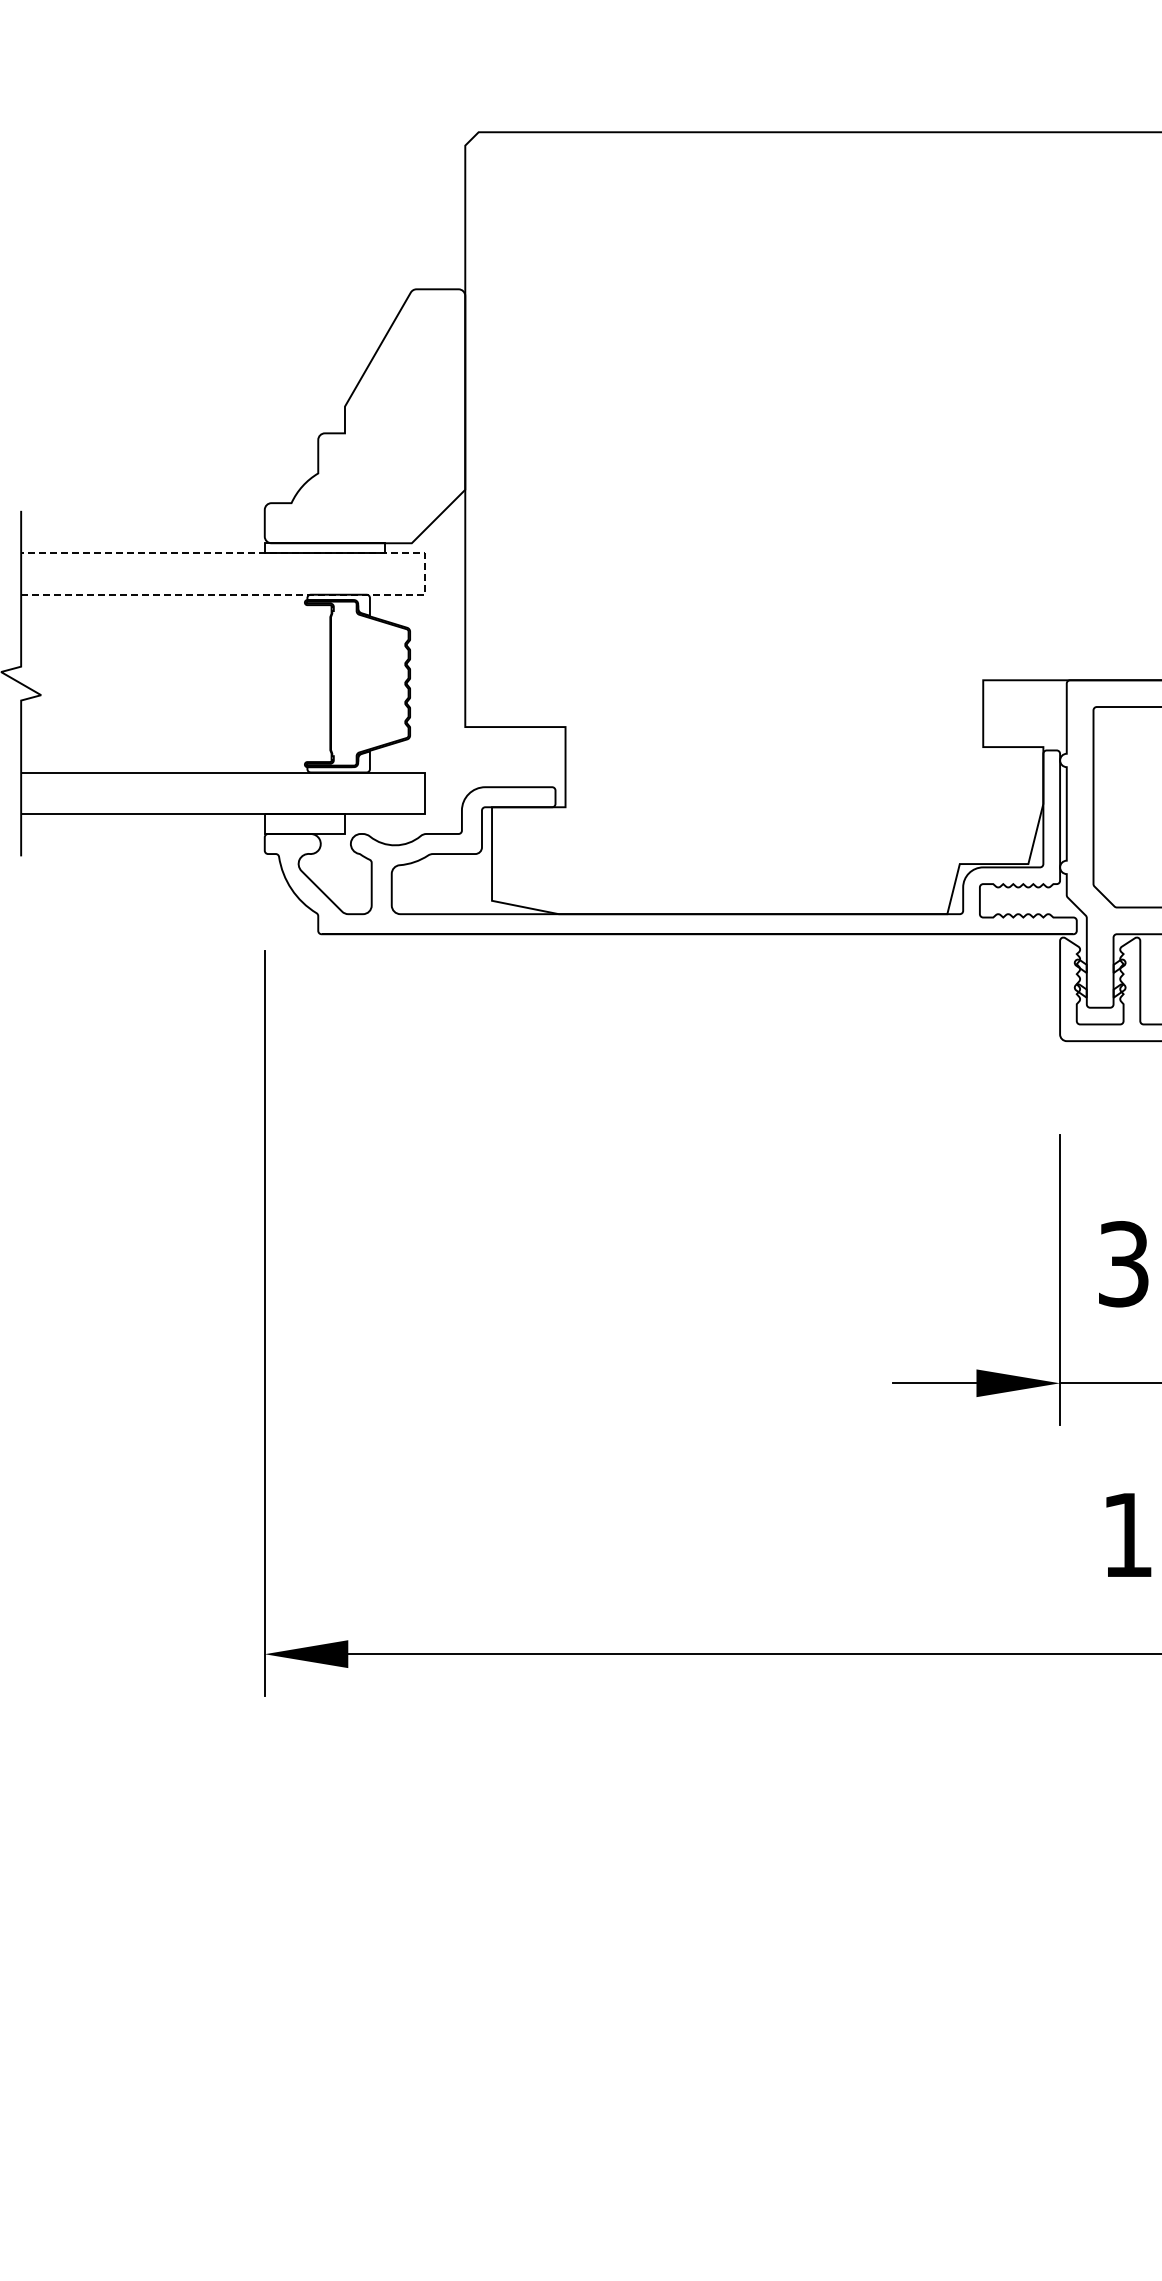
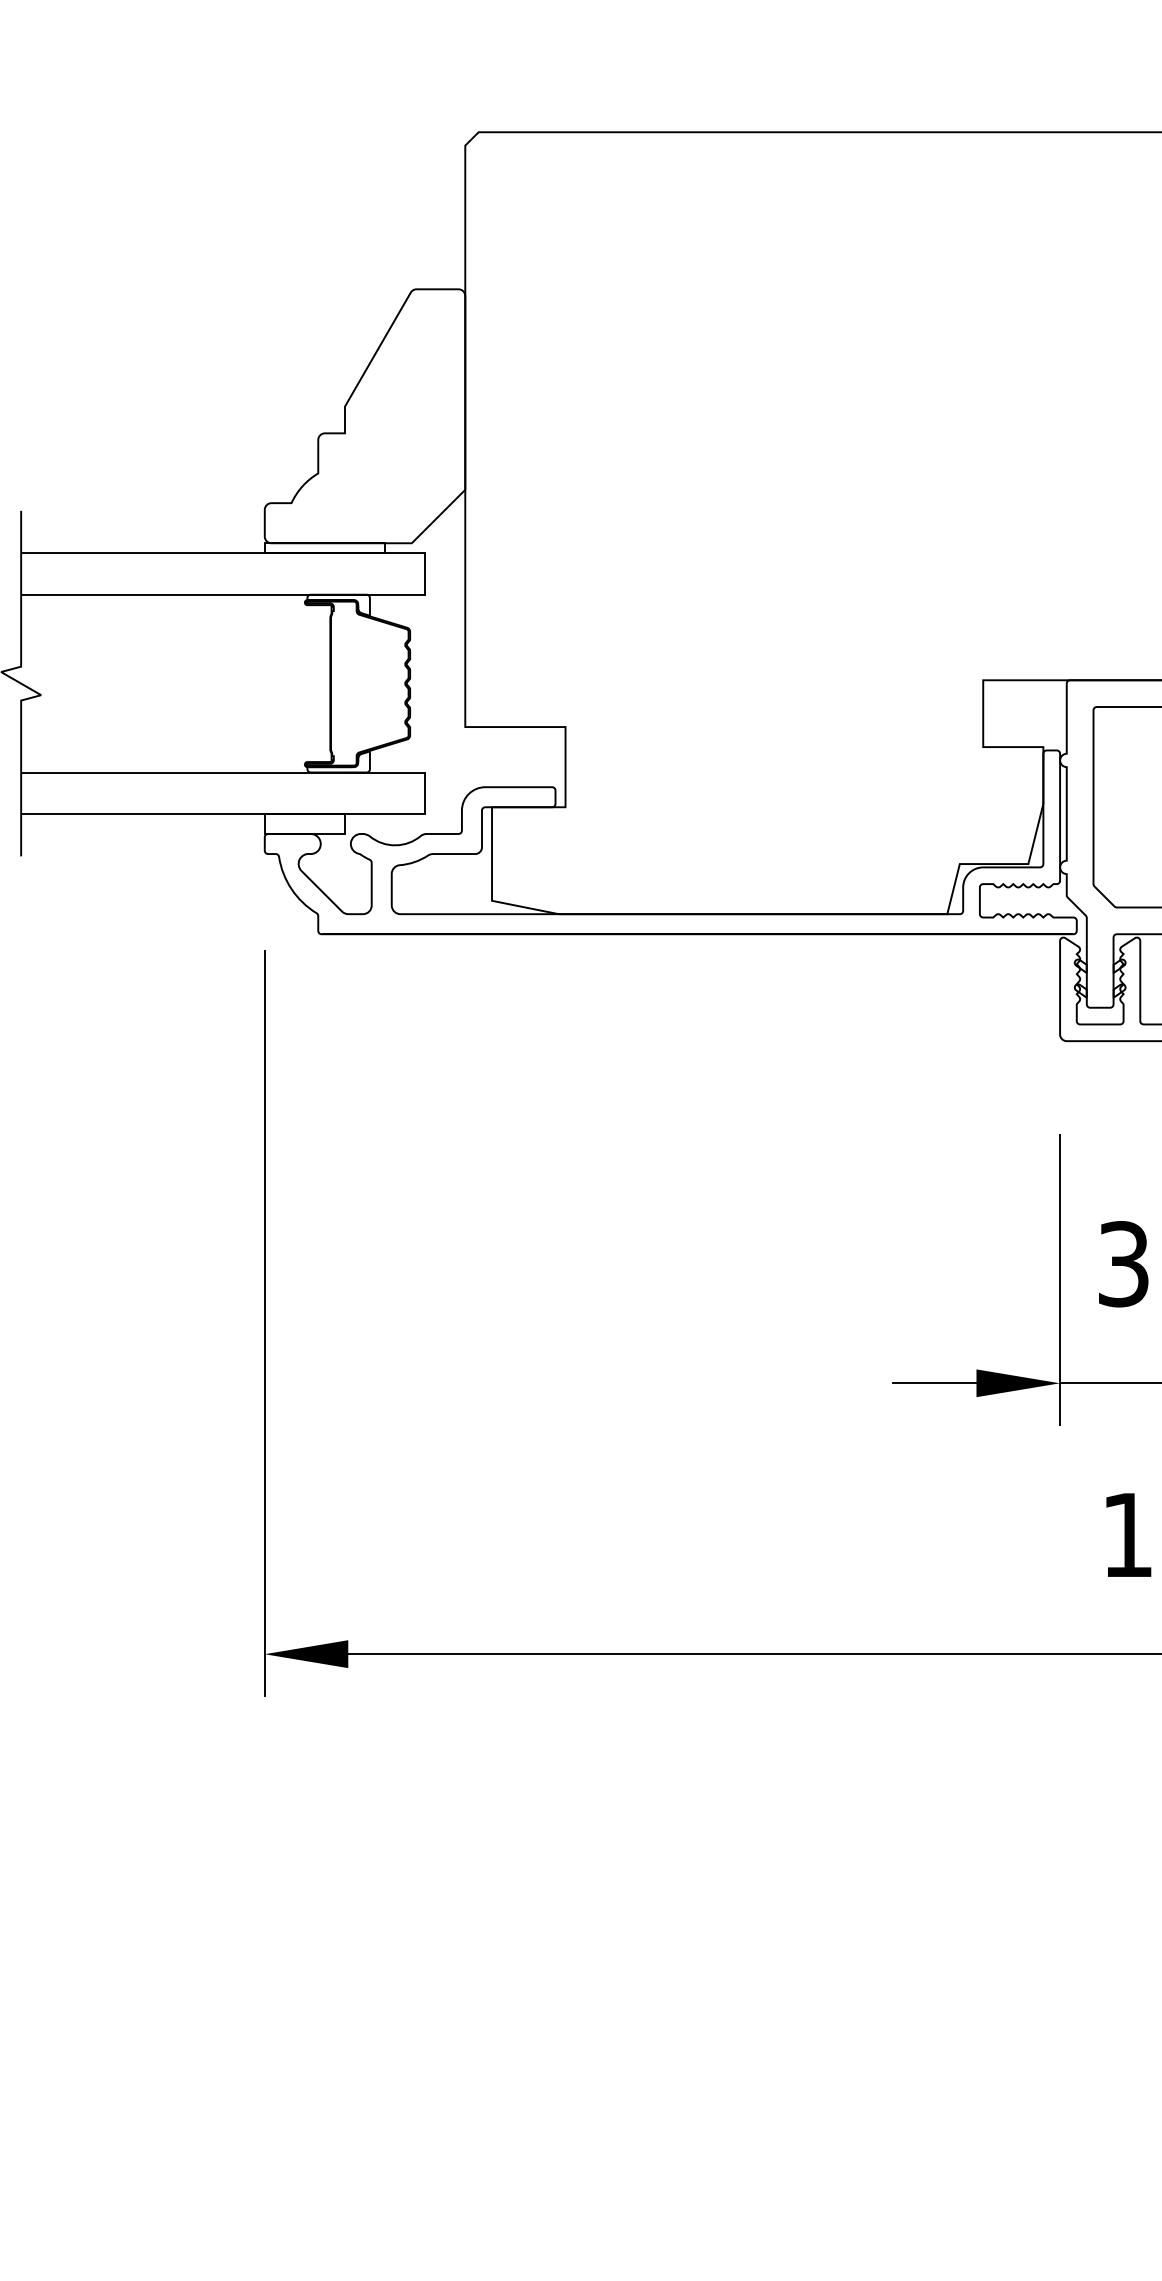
line at (425, 574): dashed -> solid
